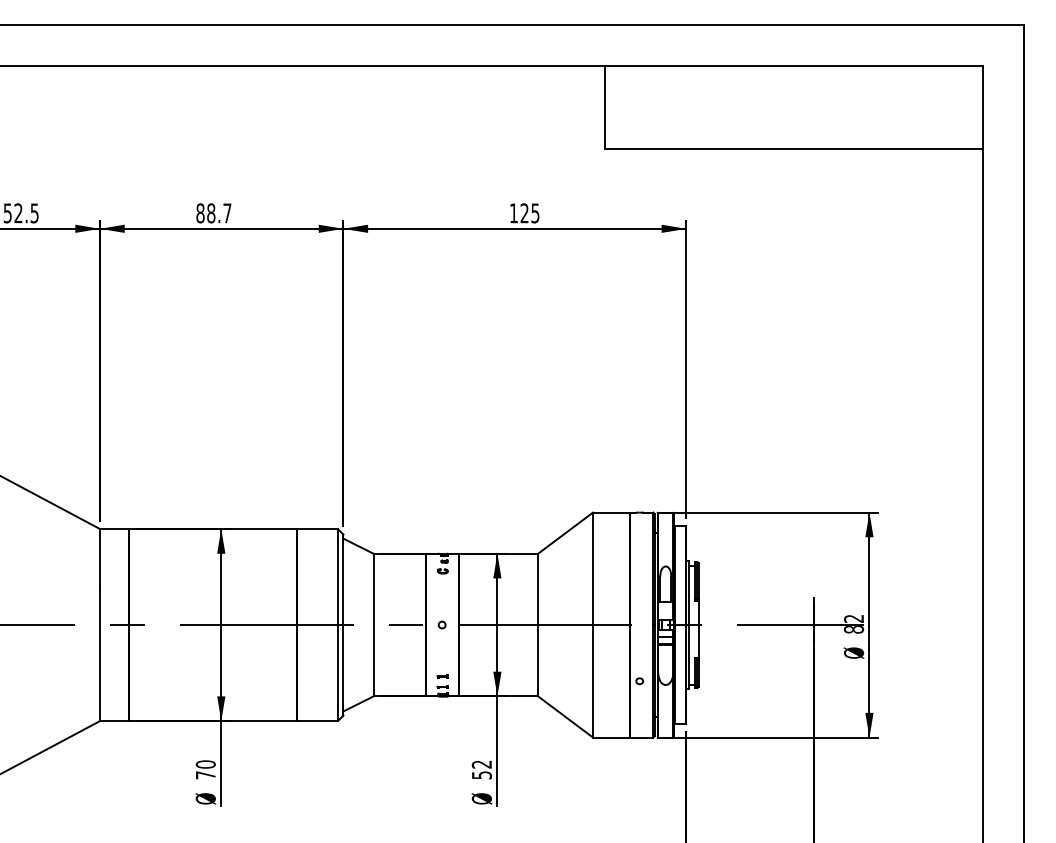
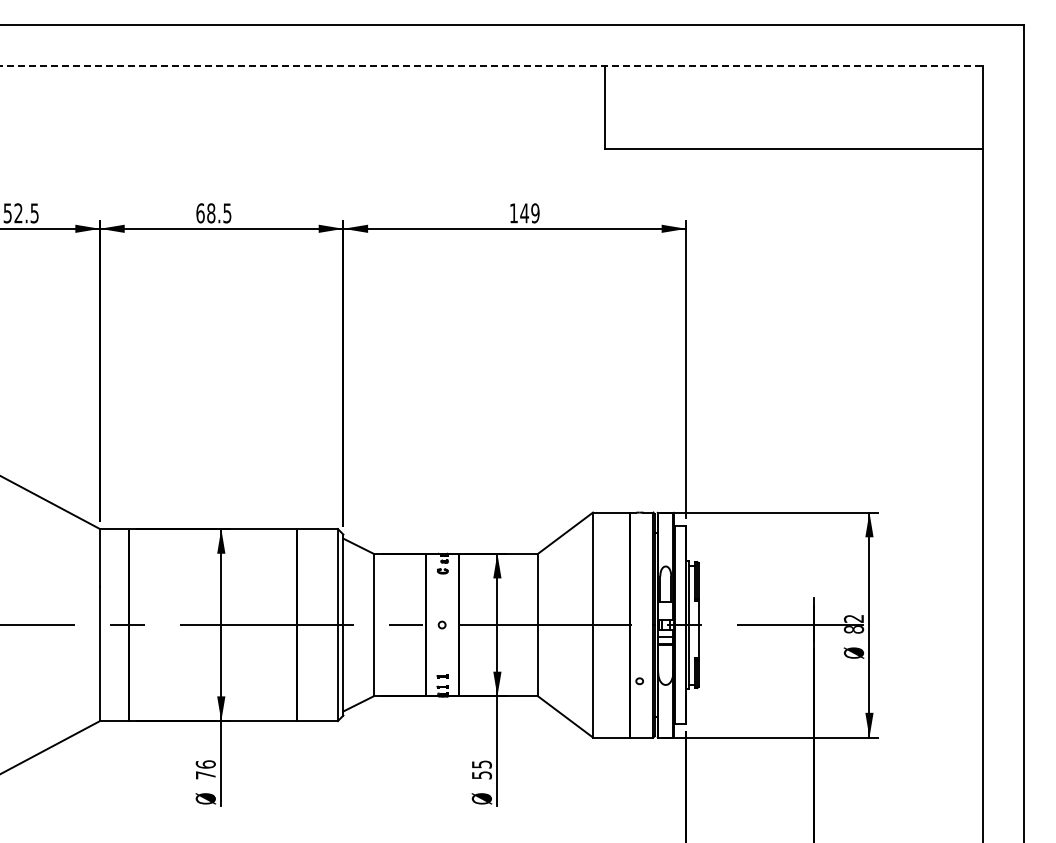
line at (492, 66): solid -> dashed
text at (213, 213): 88.7 -> 68.5
text at (529, 213): 125 -> 149
text at (205, 764): 70 -> 76
text at (481, 764): 52 -> 55
